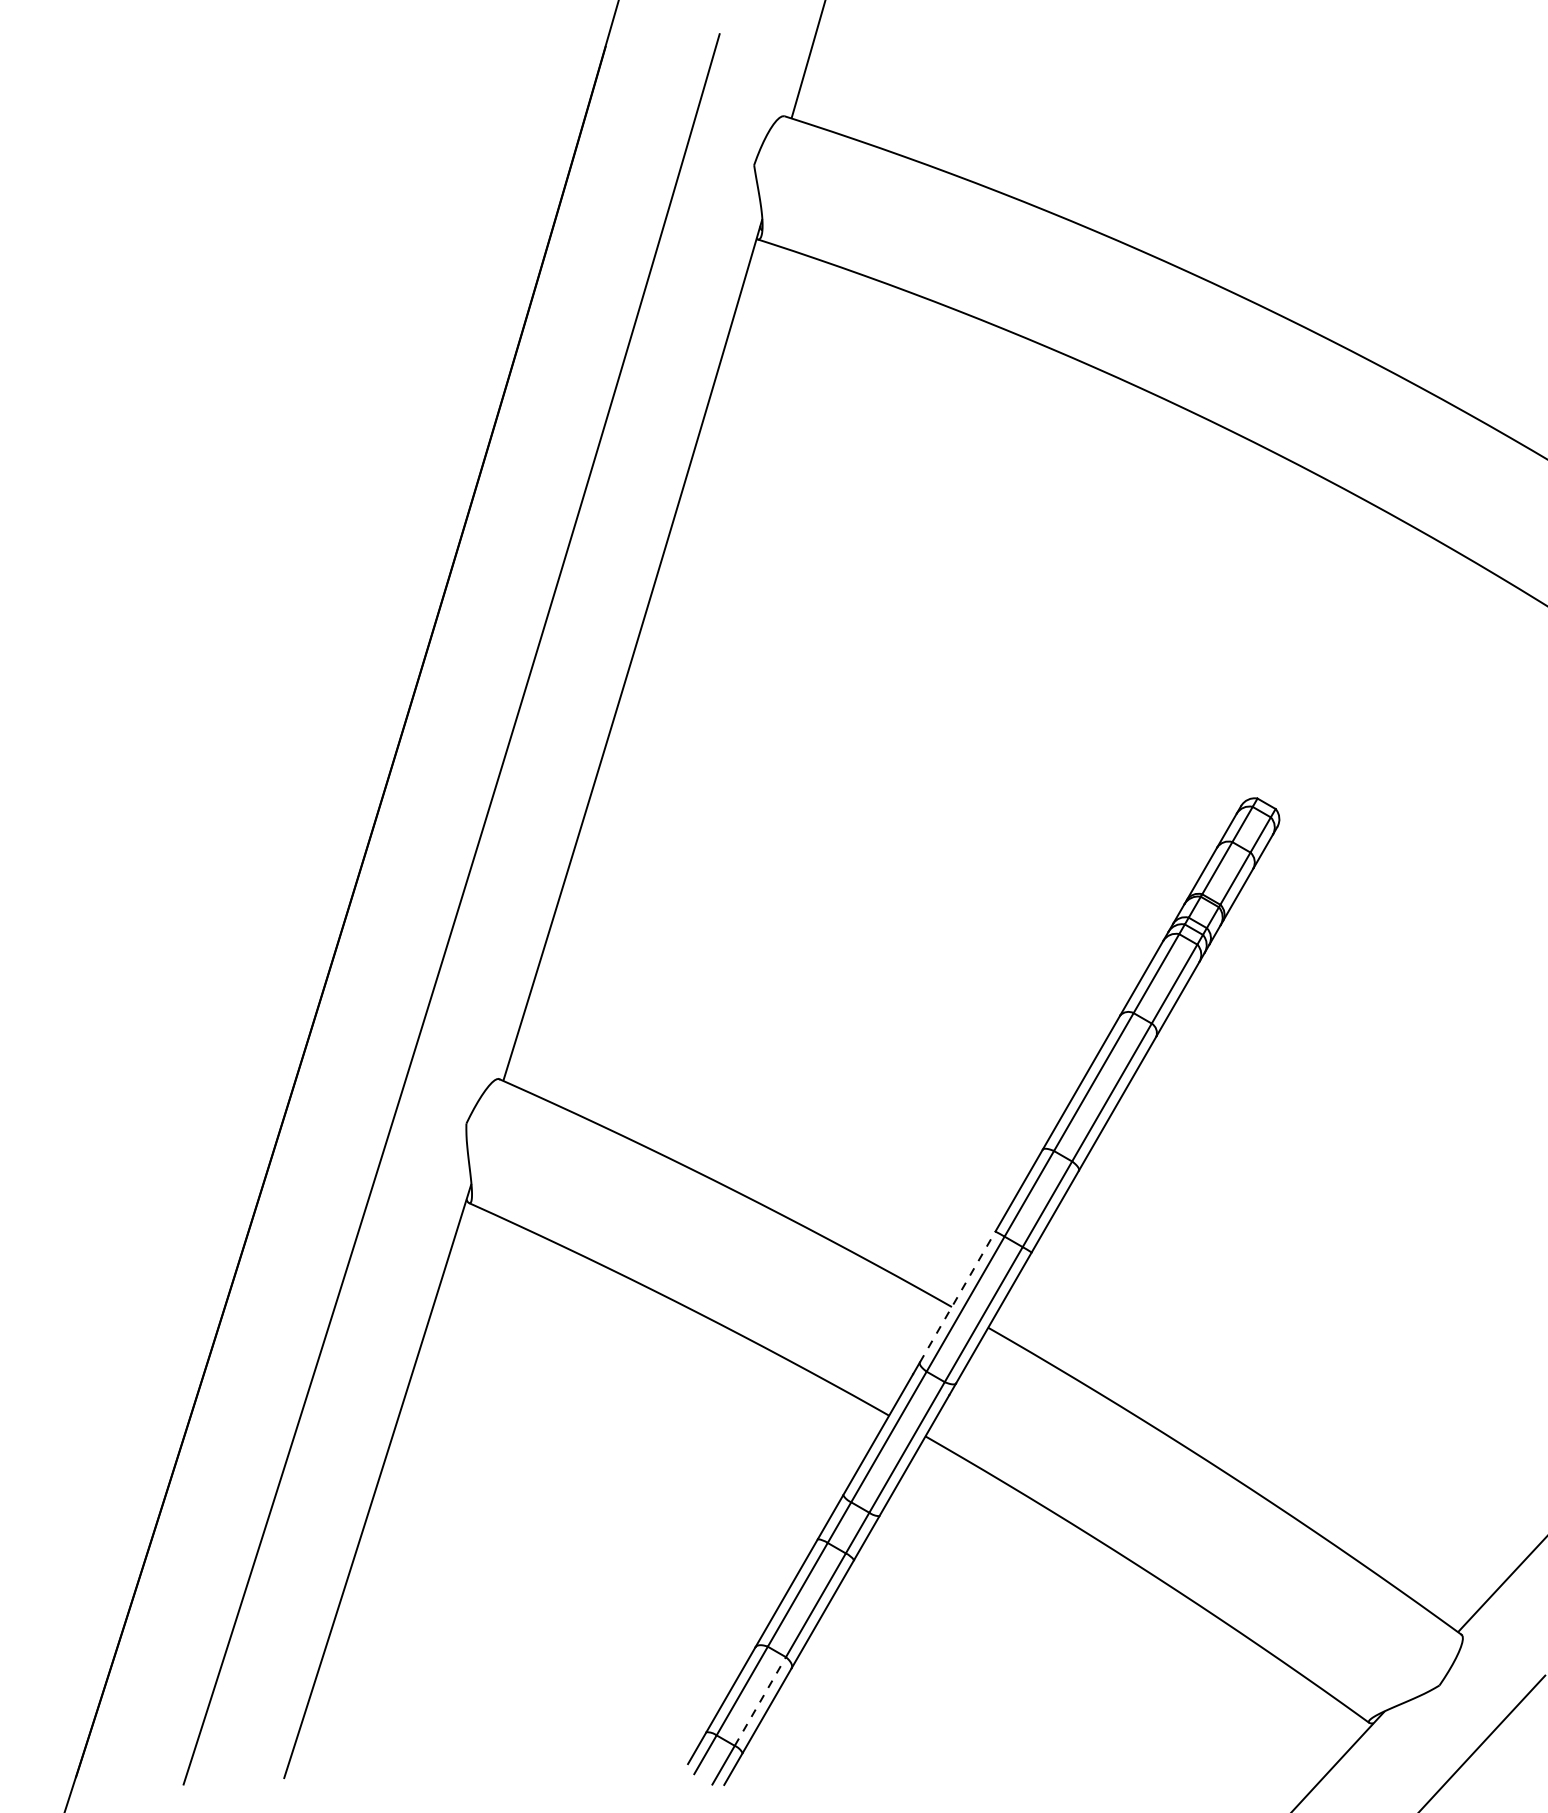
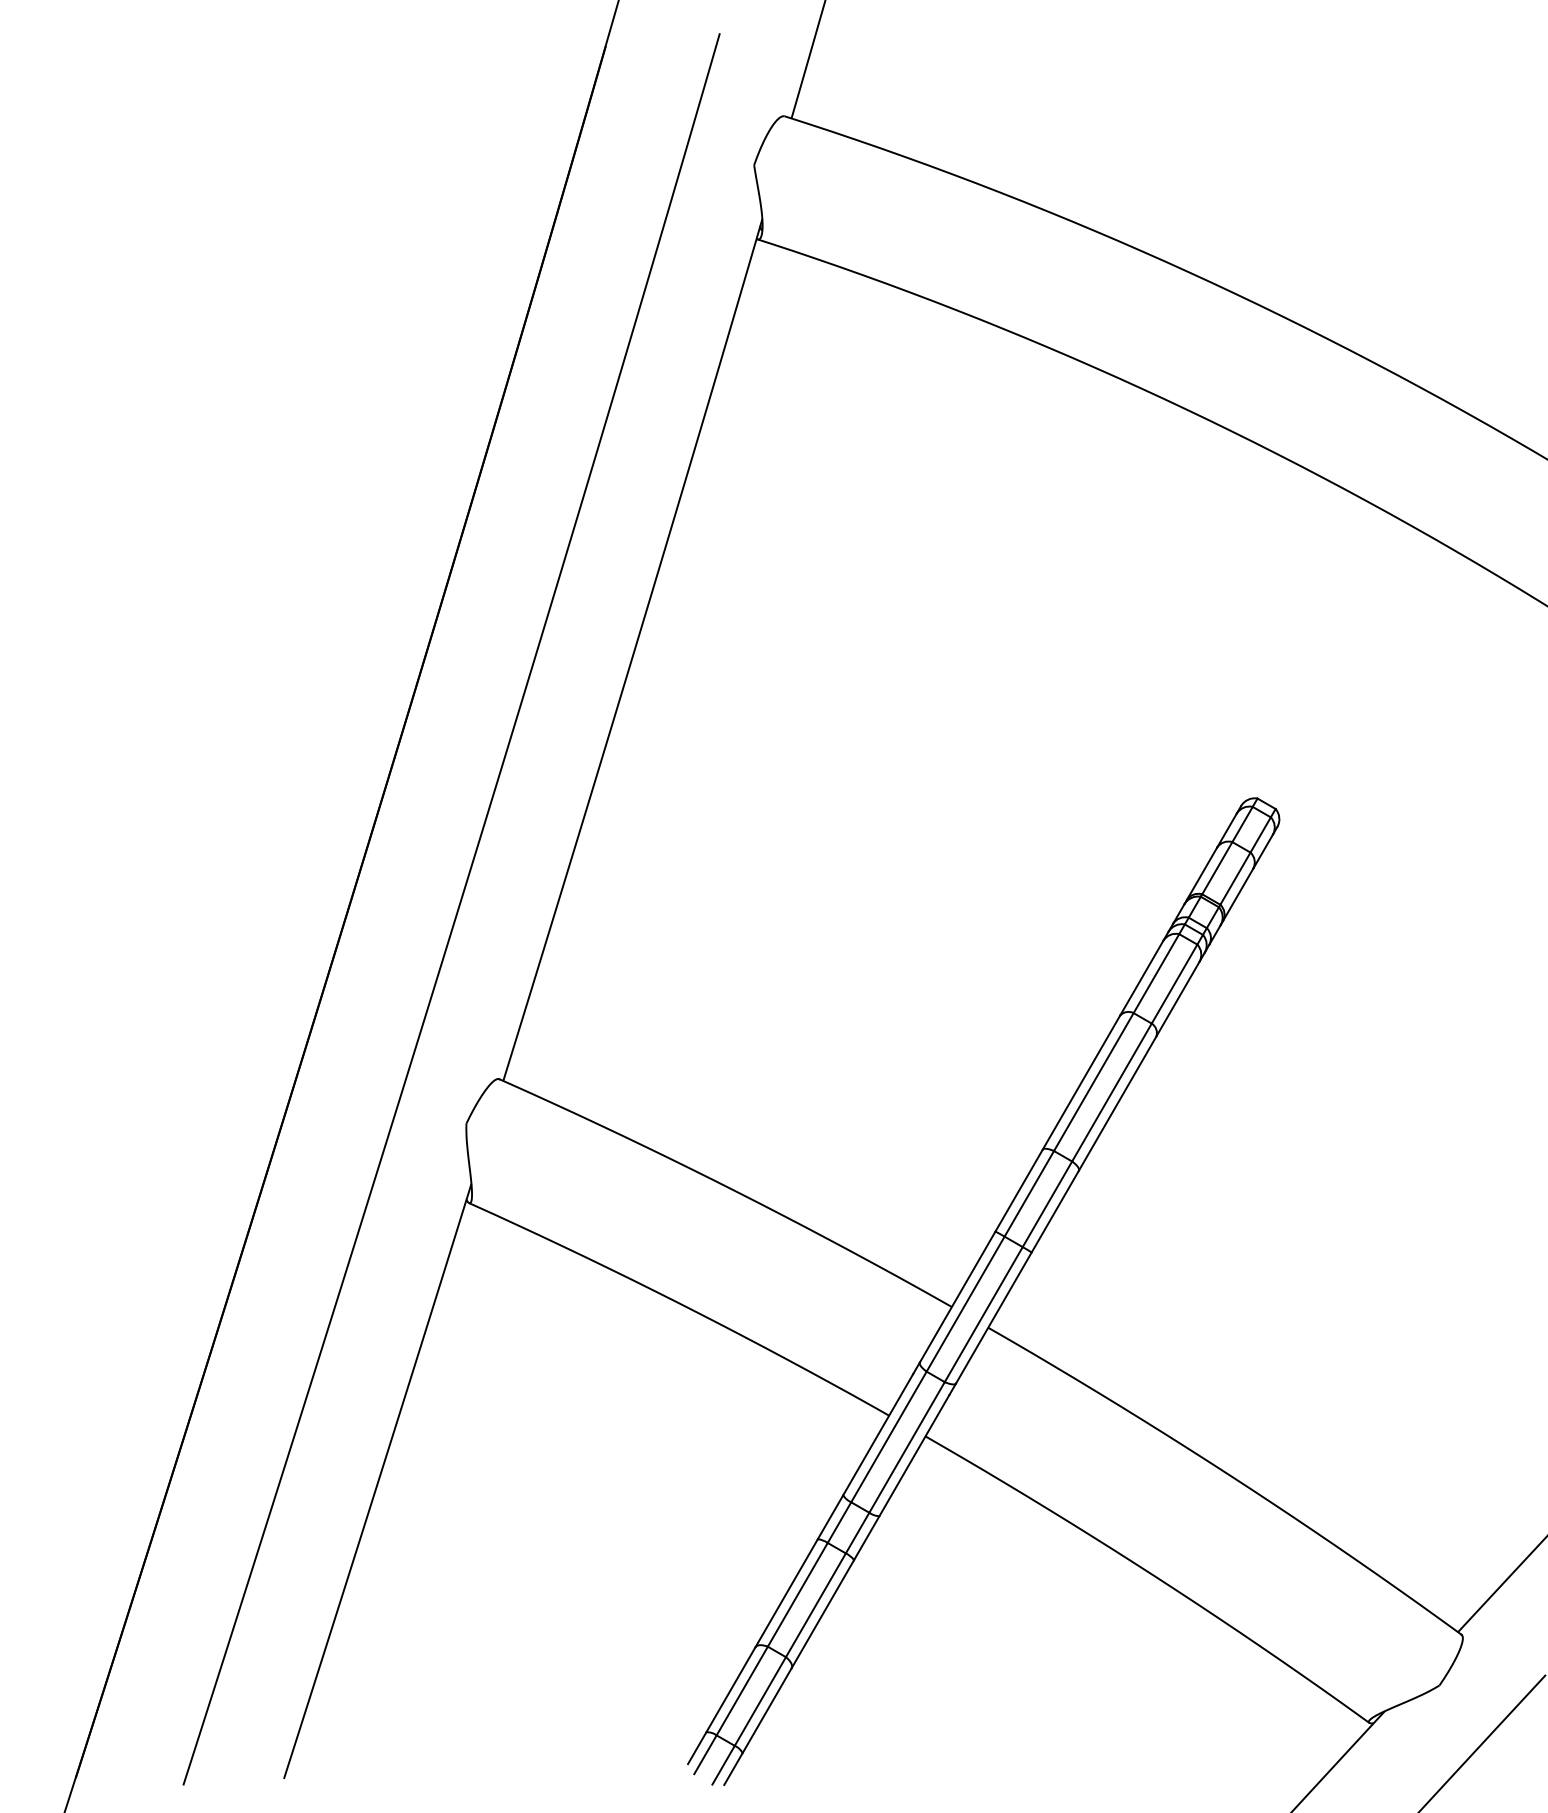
line at (957, 1297): dashed -> solid
line at (760, 1701): dashed -> solid
